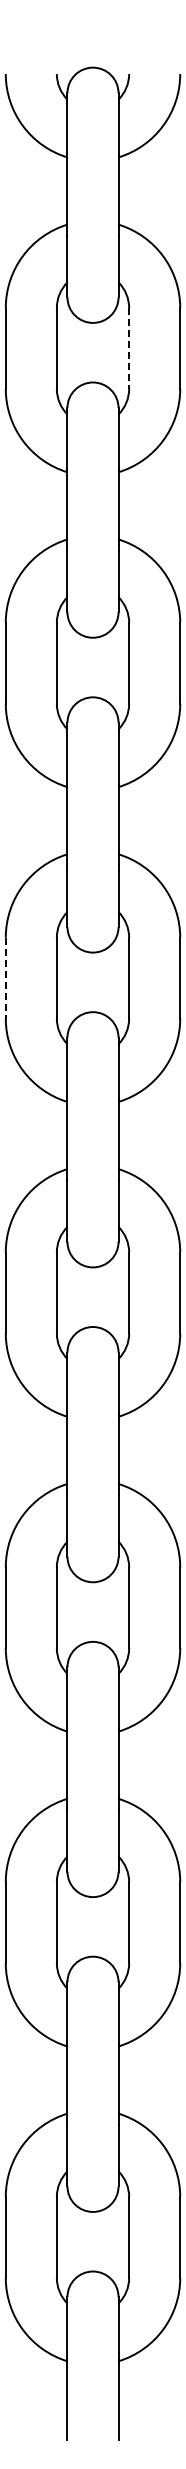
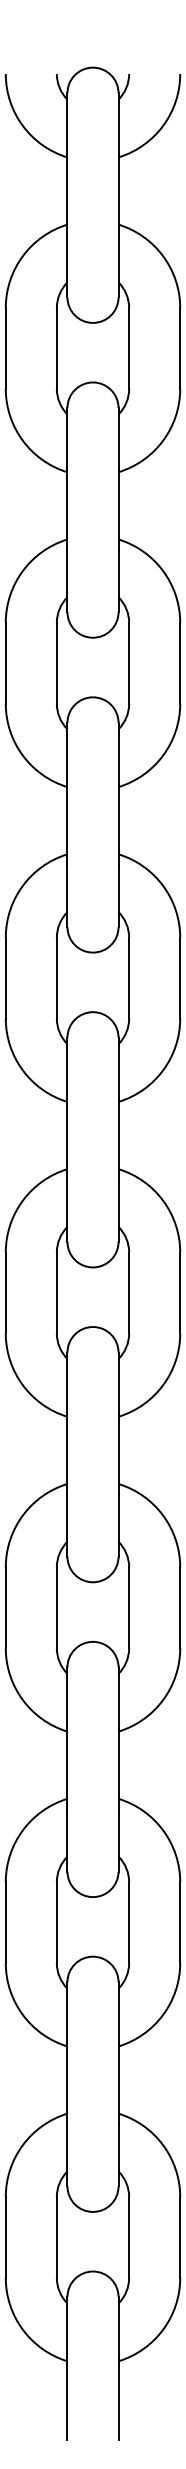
line at (129, 348): dashed -> solid
line at (5, 978): dashed -> solid
